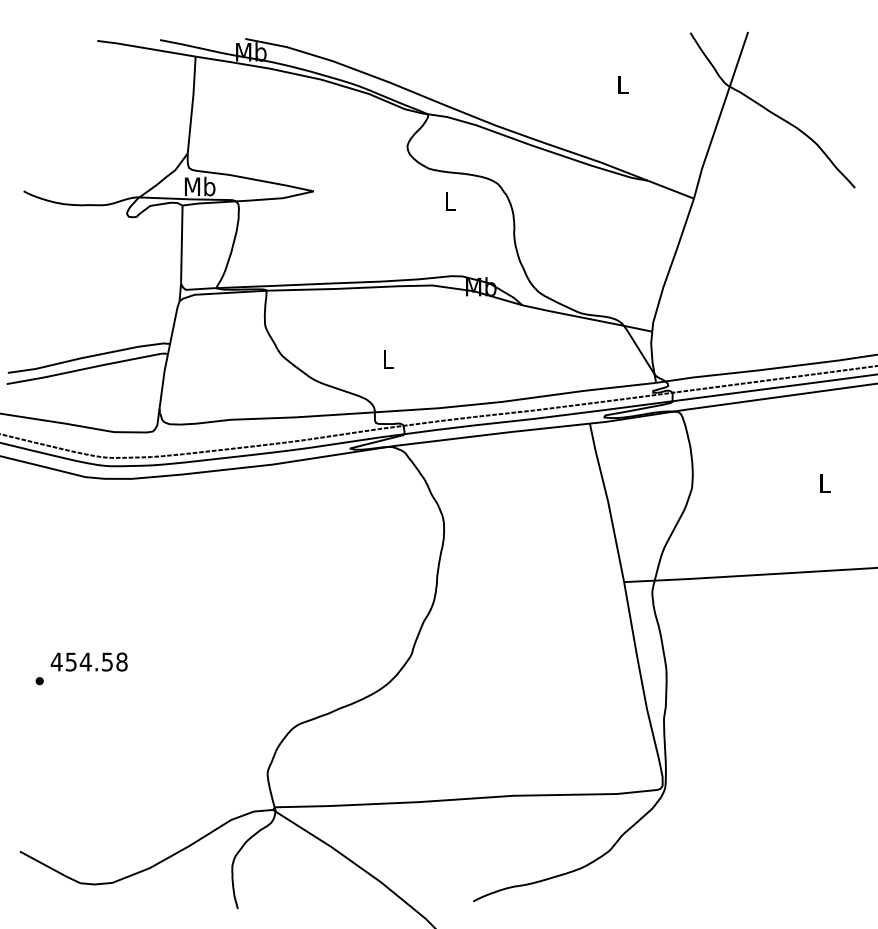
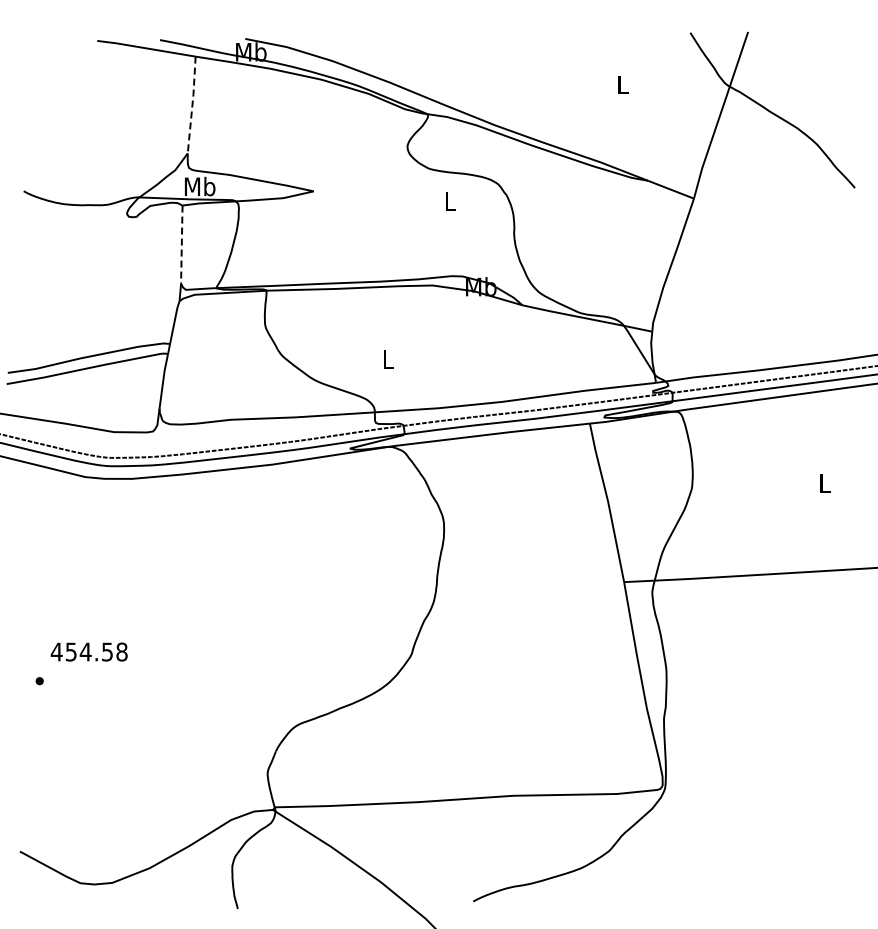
line at (192, 105): solid -> dashed
line at (181, 245): solid -> dashed
text at (88, 661) position: (88, 661) -> (88, 651)
